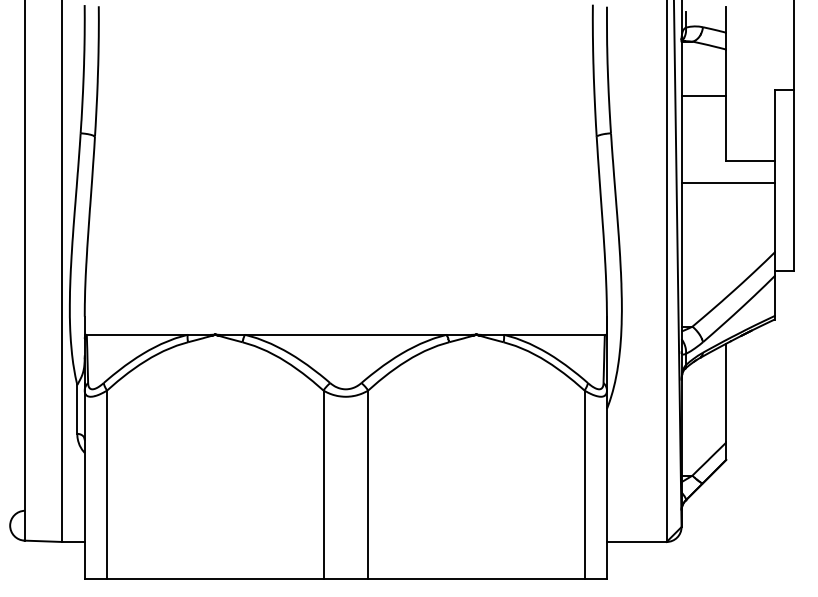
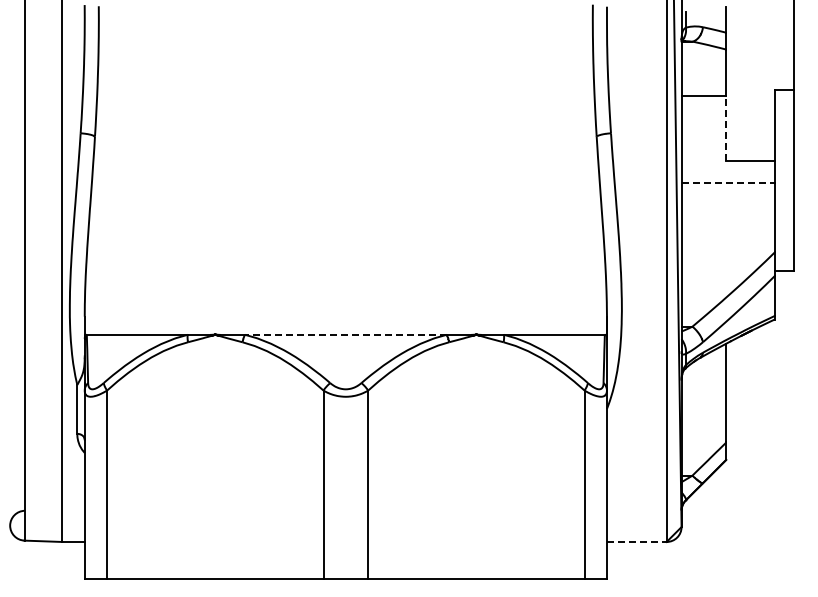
line at (726, 128): solid -> dashed
line at (728, 183): solid -> dashed
line at (345, 334): solid -> dashed
line at (636, 541): solid -> dashed
